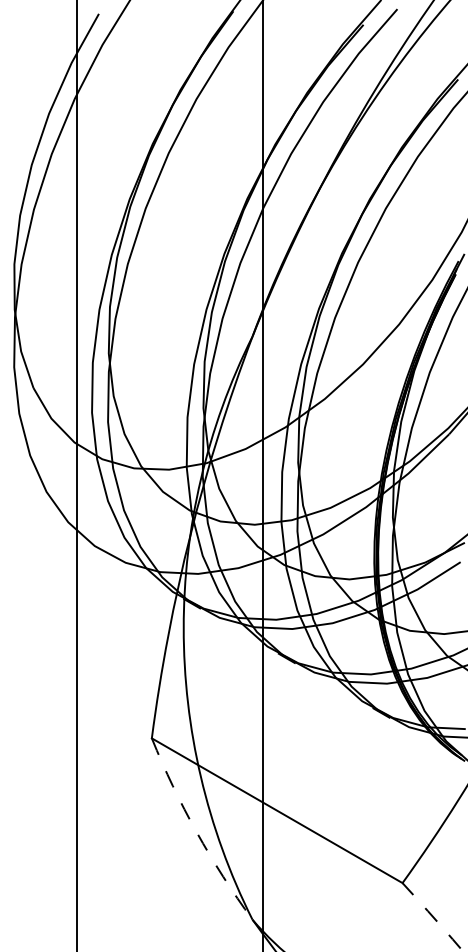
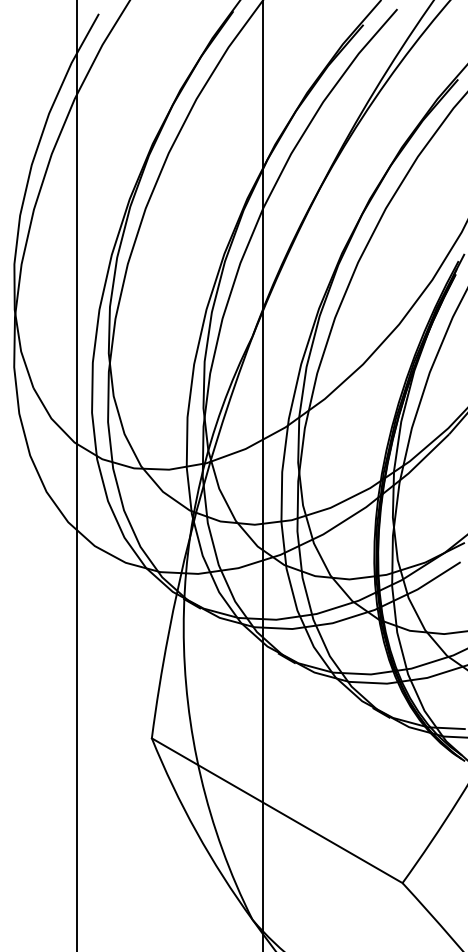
arc at (196, 832): dashed -> solid
arc at (432, 917): dashed -> solid
